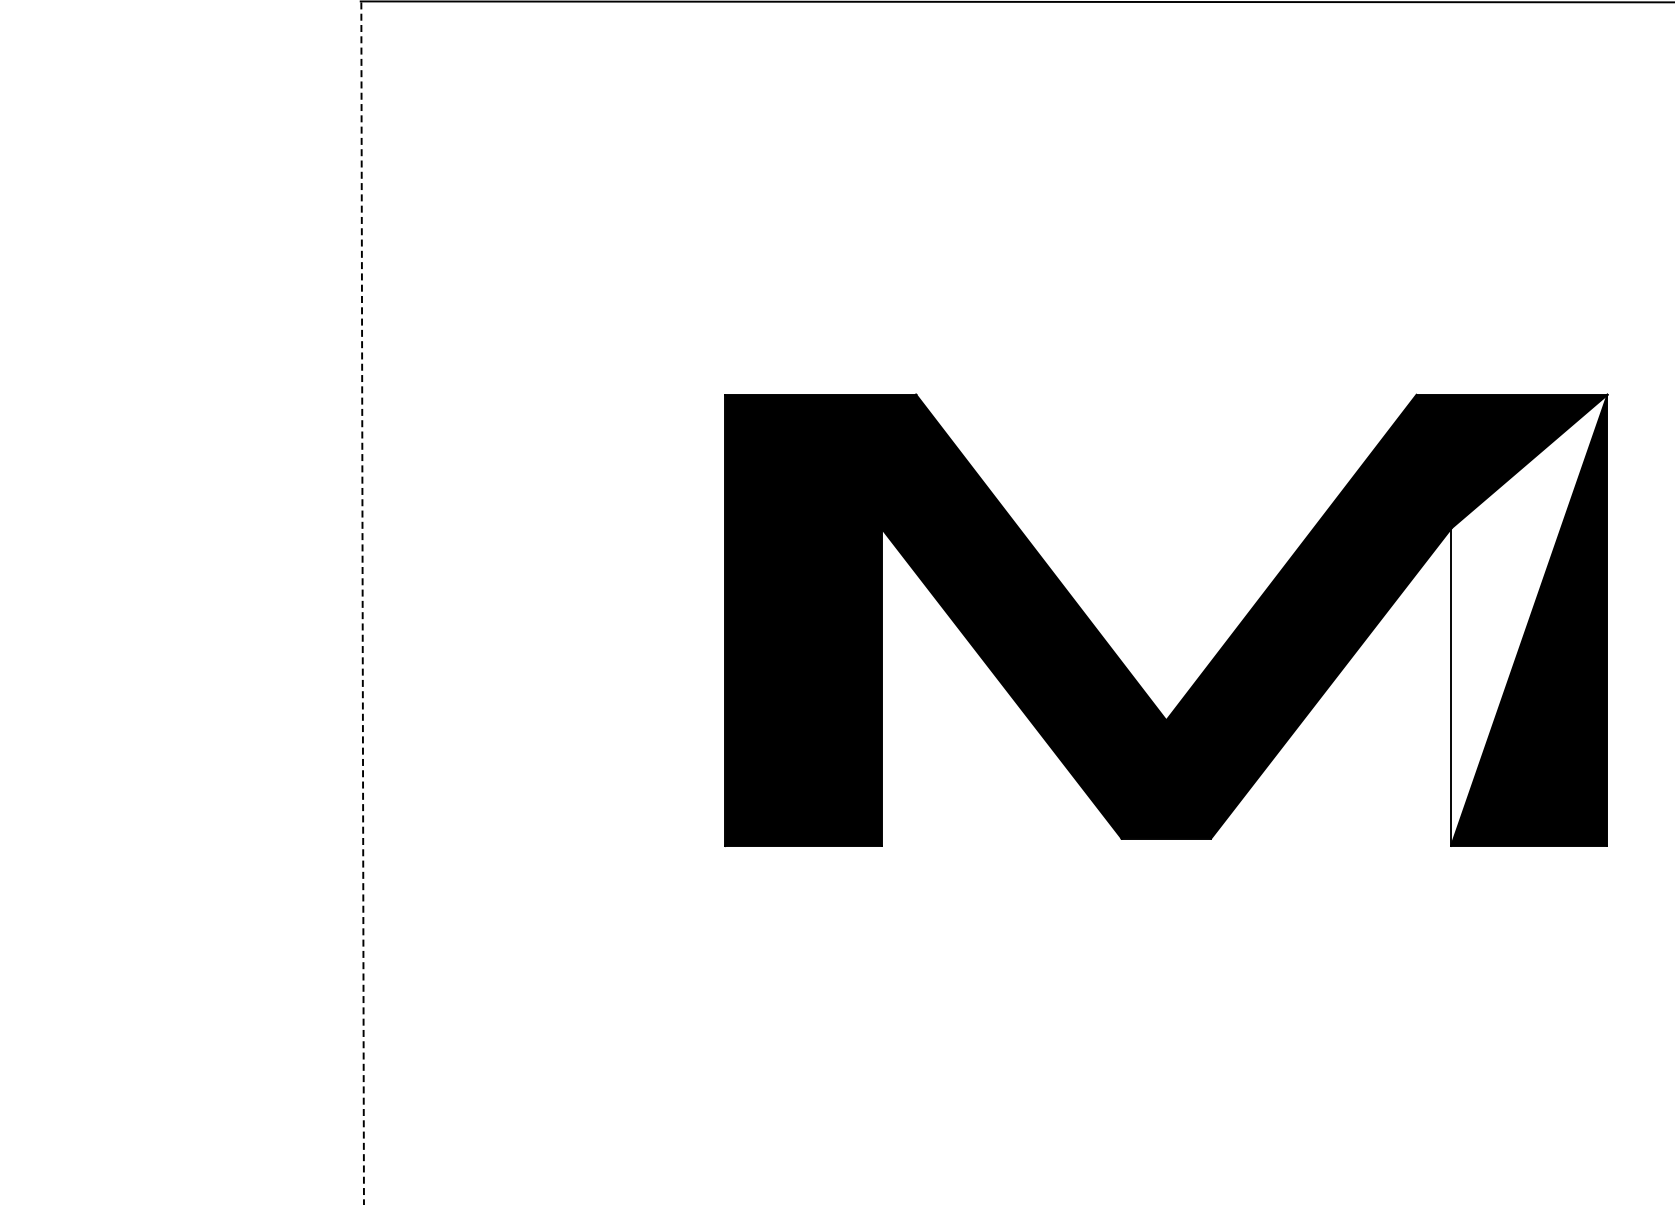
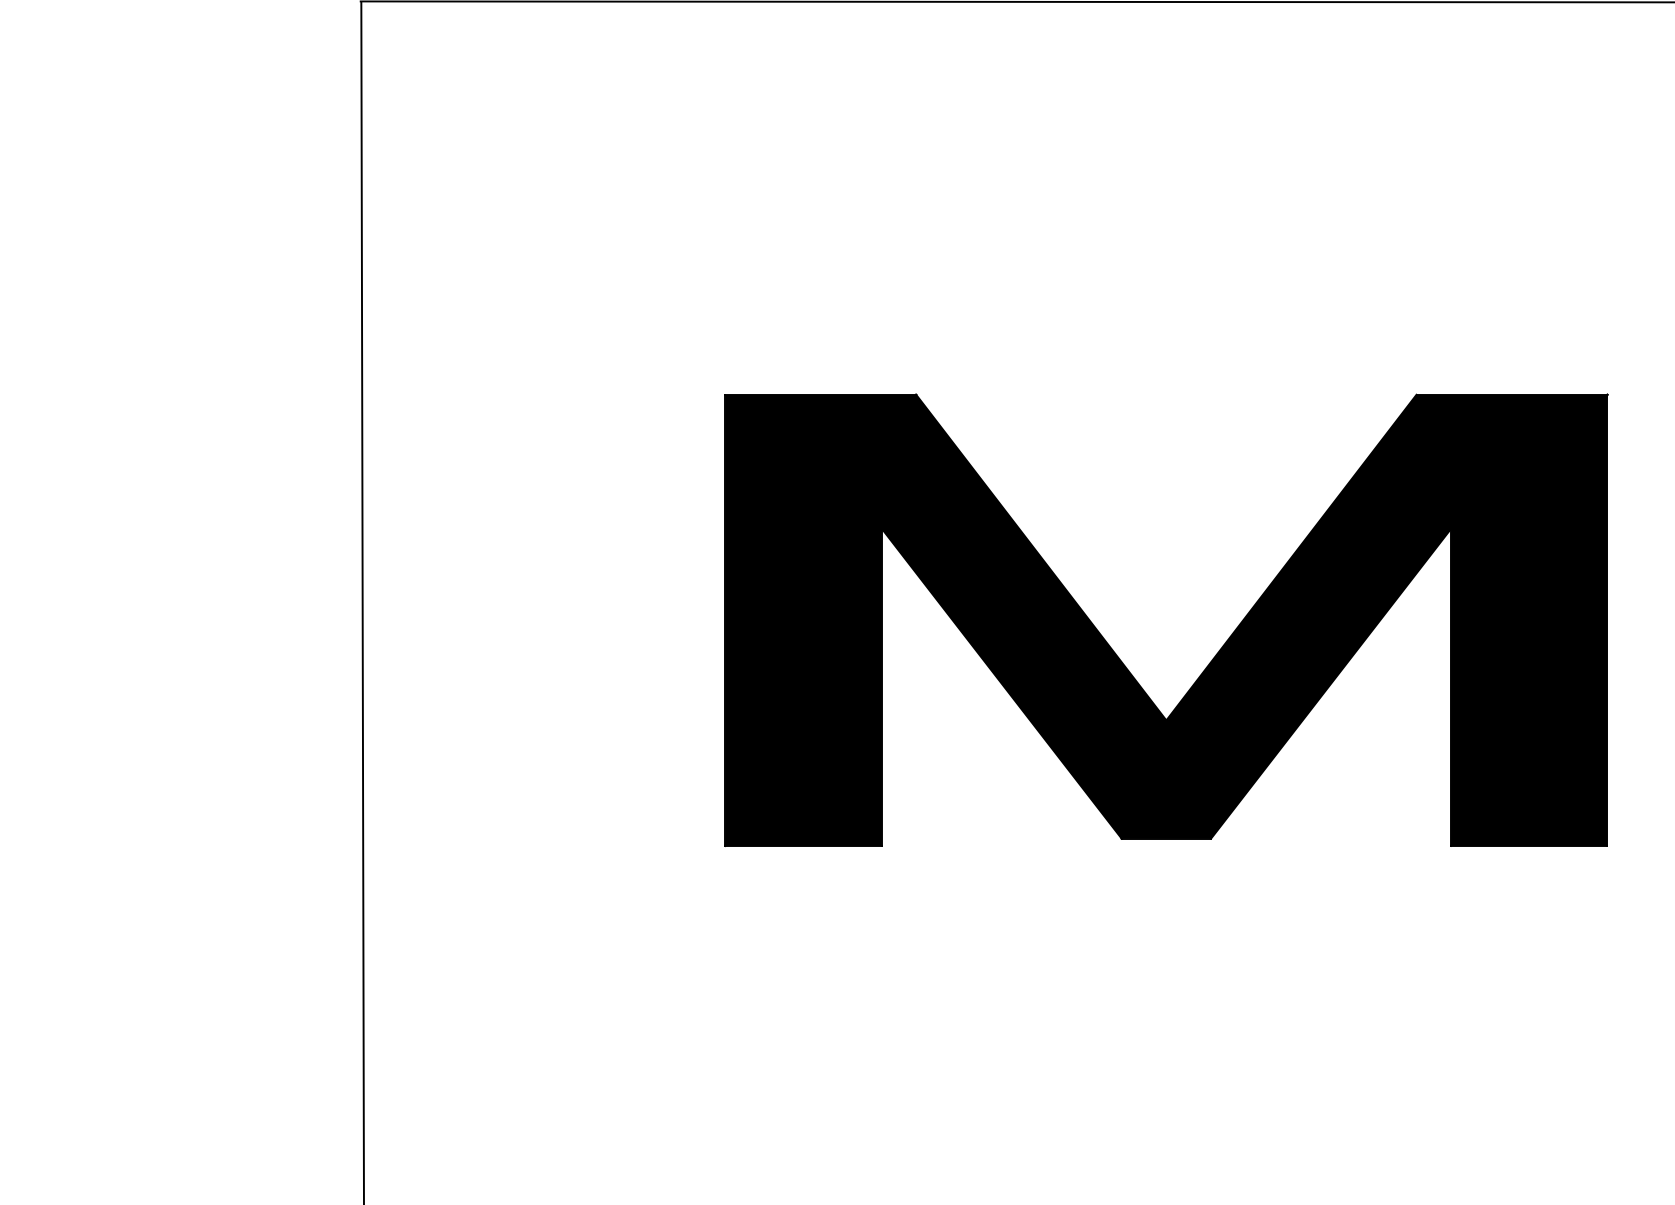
line at (362, 603): dashed -> solid
fill at (1529, 619): none -> present
